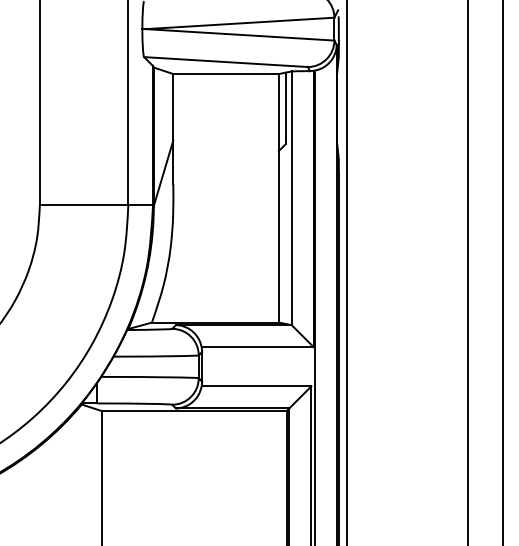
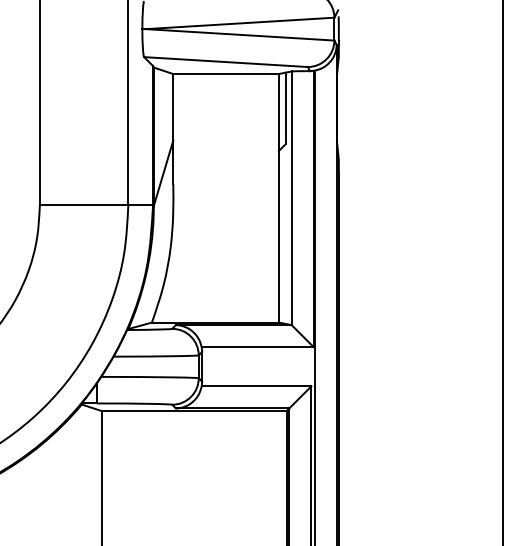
line at (346, 272): present -> none
line at (468, 272): present -> none
